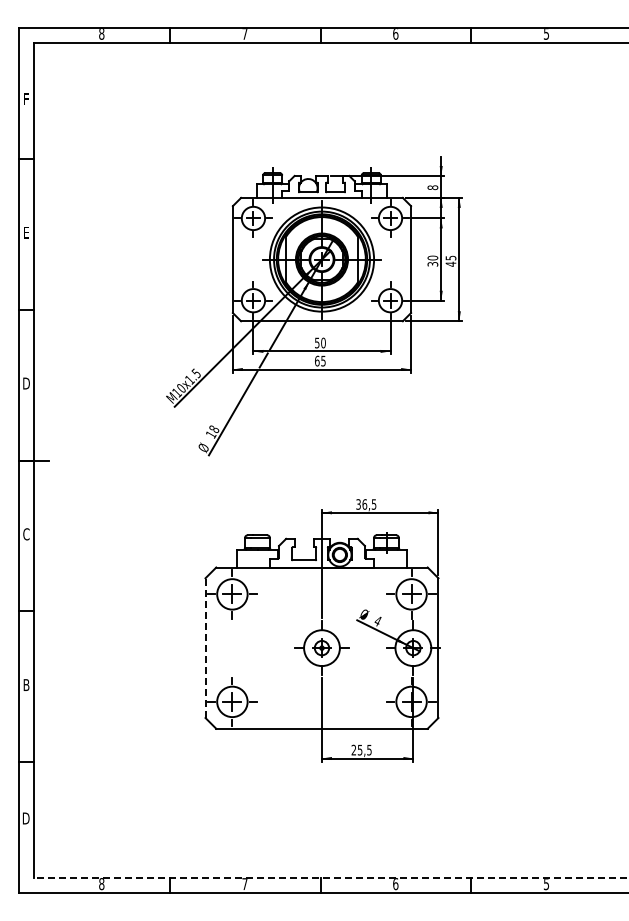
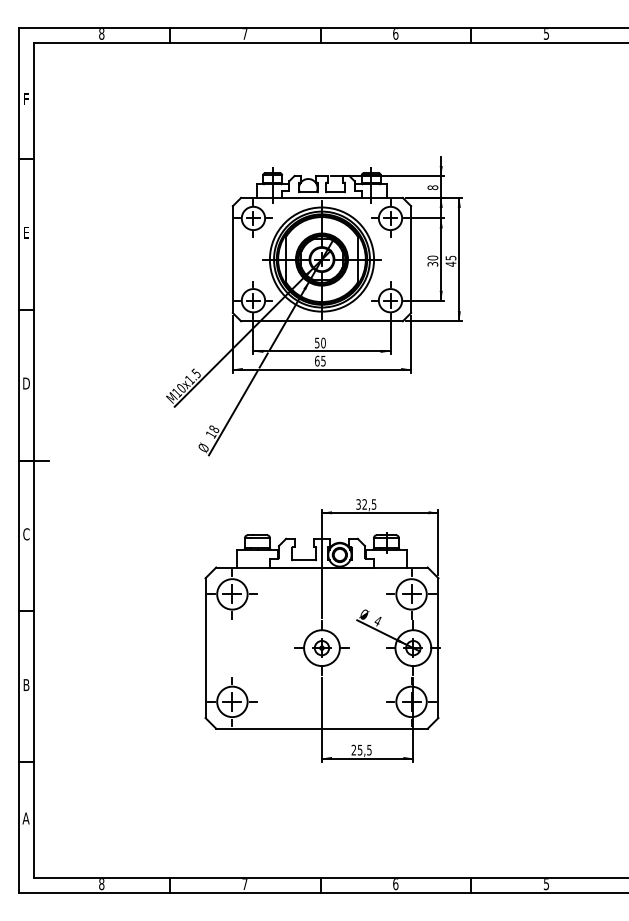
text at (364, 504): 36,5 -> 32,5
line at (205, 648): dashed -> solid
text at (25, 818): D -> A
line at (331, 878): dashed -> solid
